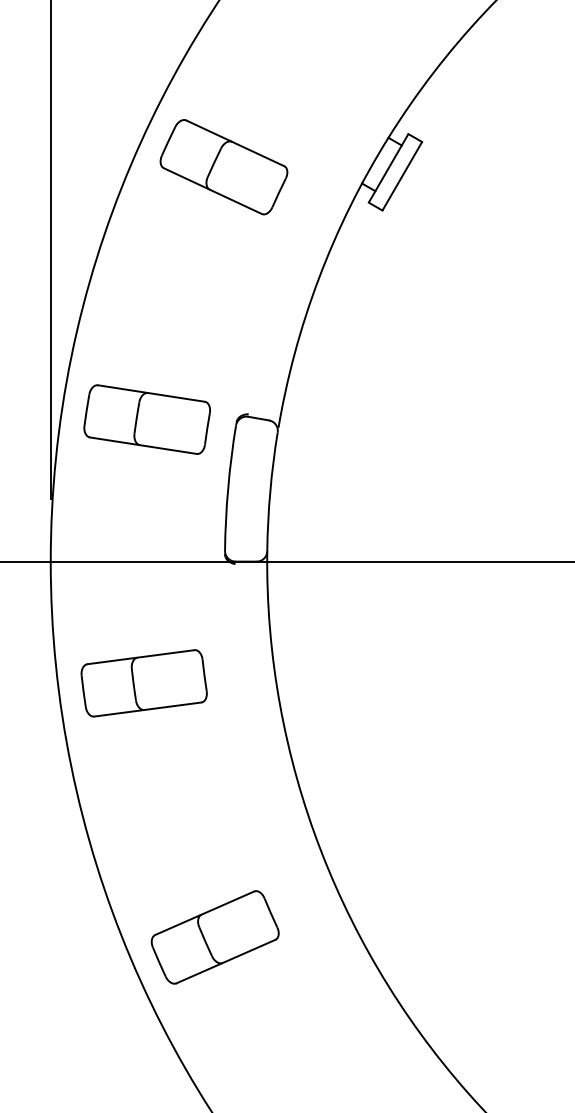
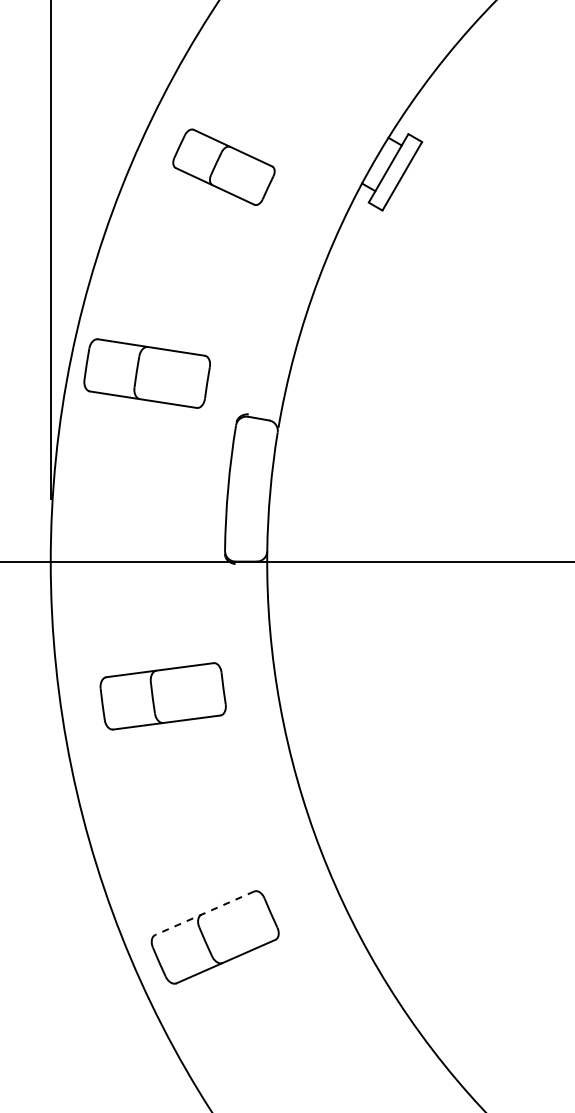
part at (223, 167) size: 130x97 px -> 104x78 px
part at (146, 419) position: (146, 419) -> (146, 373)
part at (143, 683) position: (143, 683) -> (162, 696)
line at (204, 913): solid -> dashed
